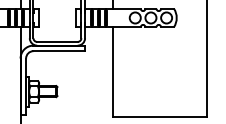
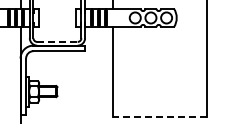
line at (57, 41): solid -> dashed
line at (159, 117): solid -> dashed
